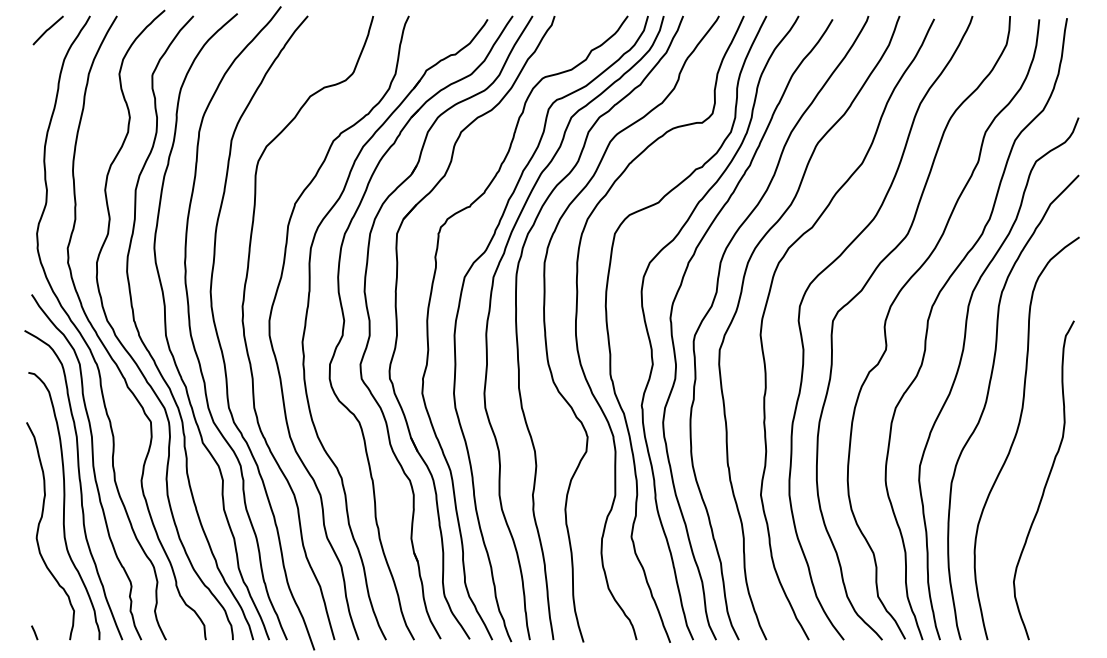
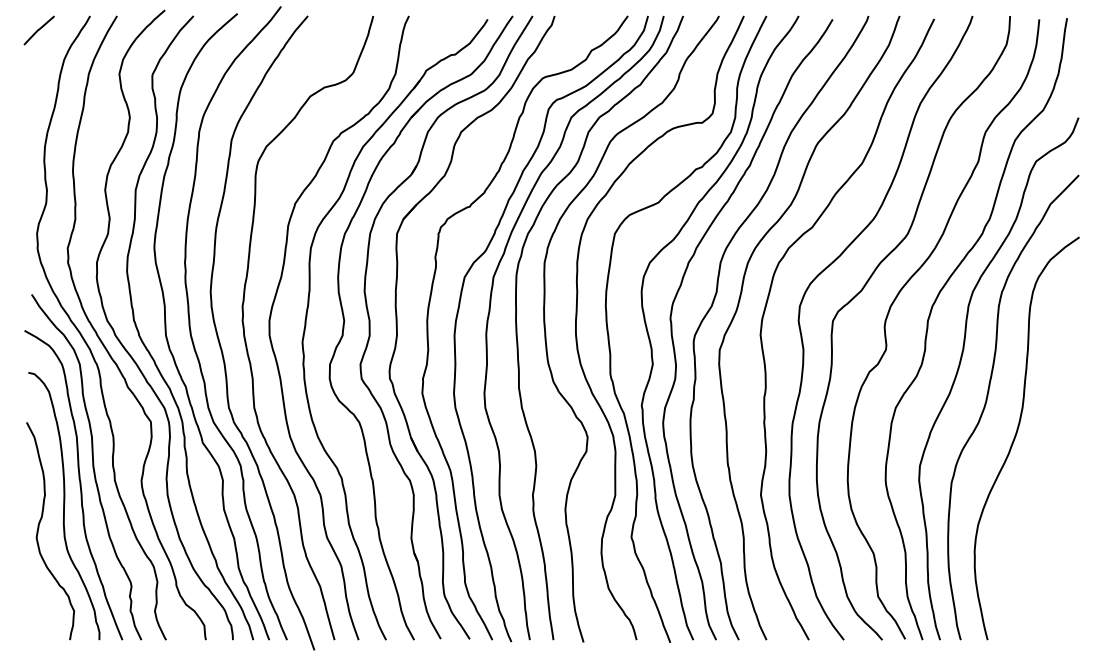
line at (47, 30) position: (47, 30) -> (38, 30)
curve at (1045, 482): present -> none
line at (34, 632): present -> none
